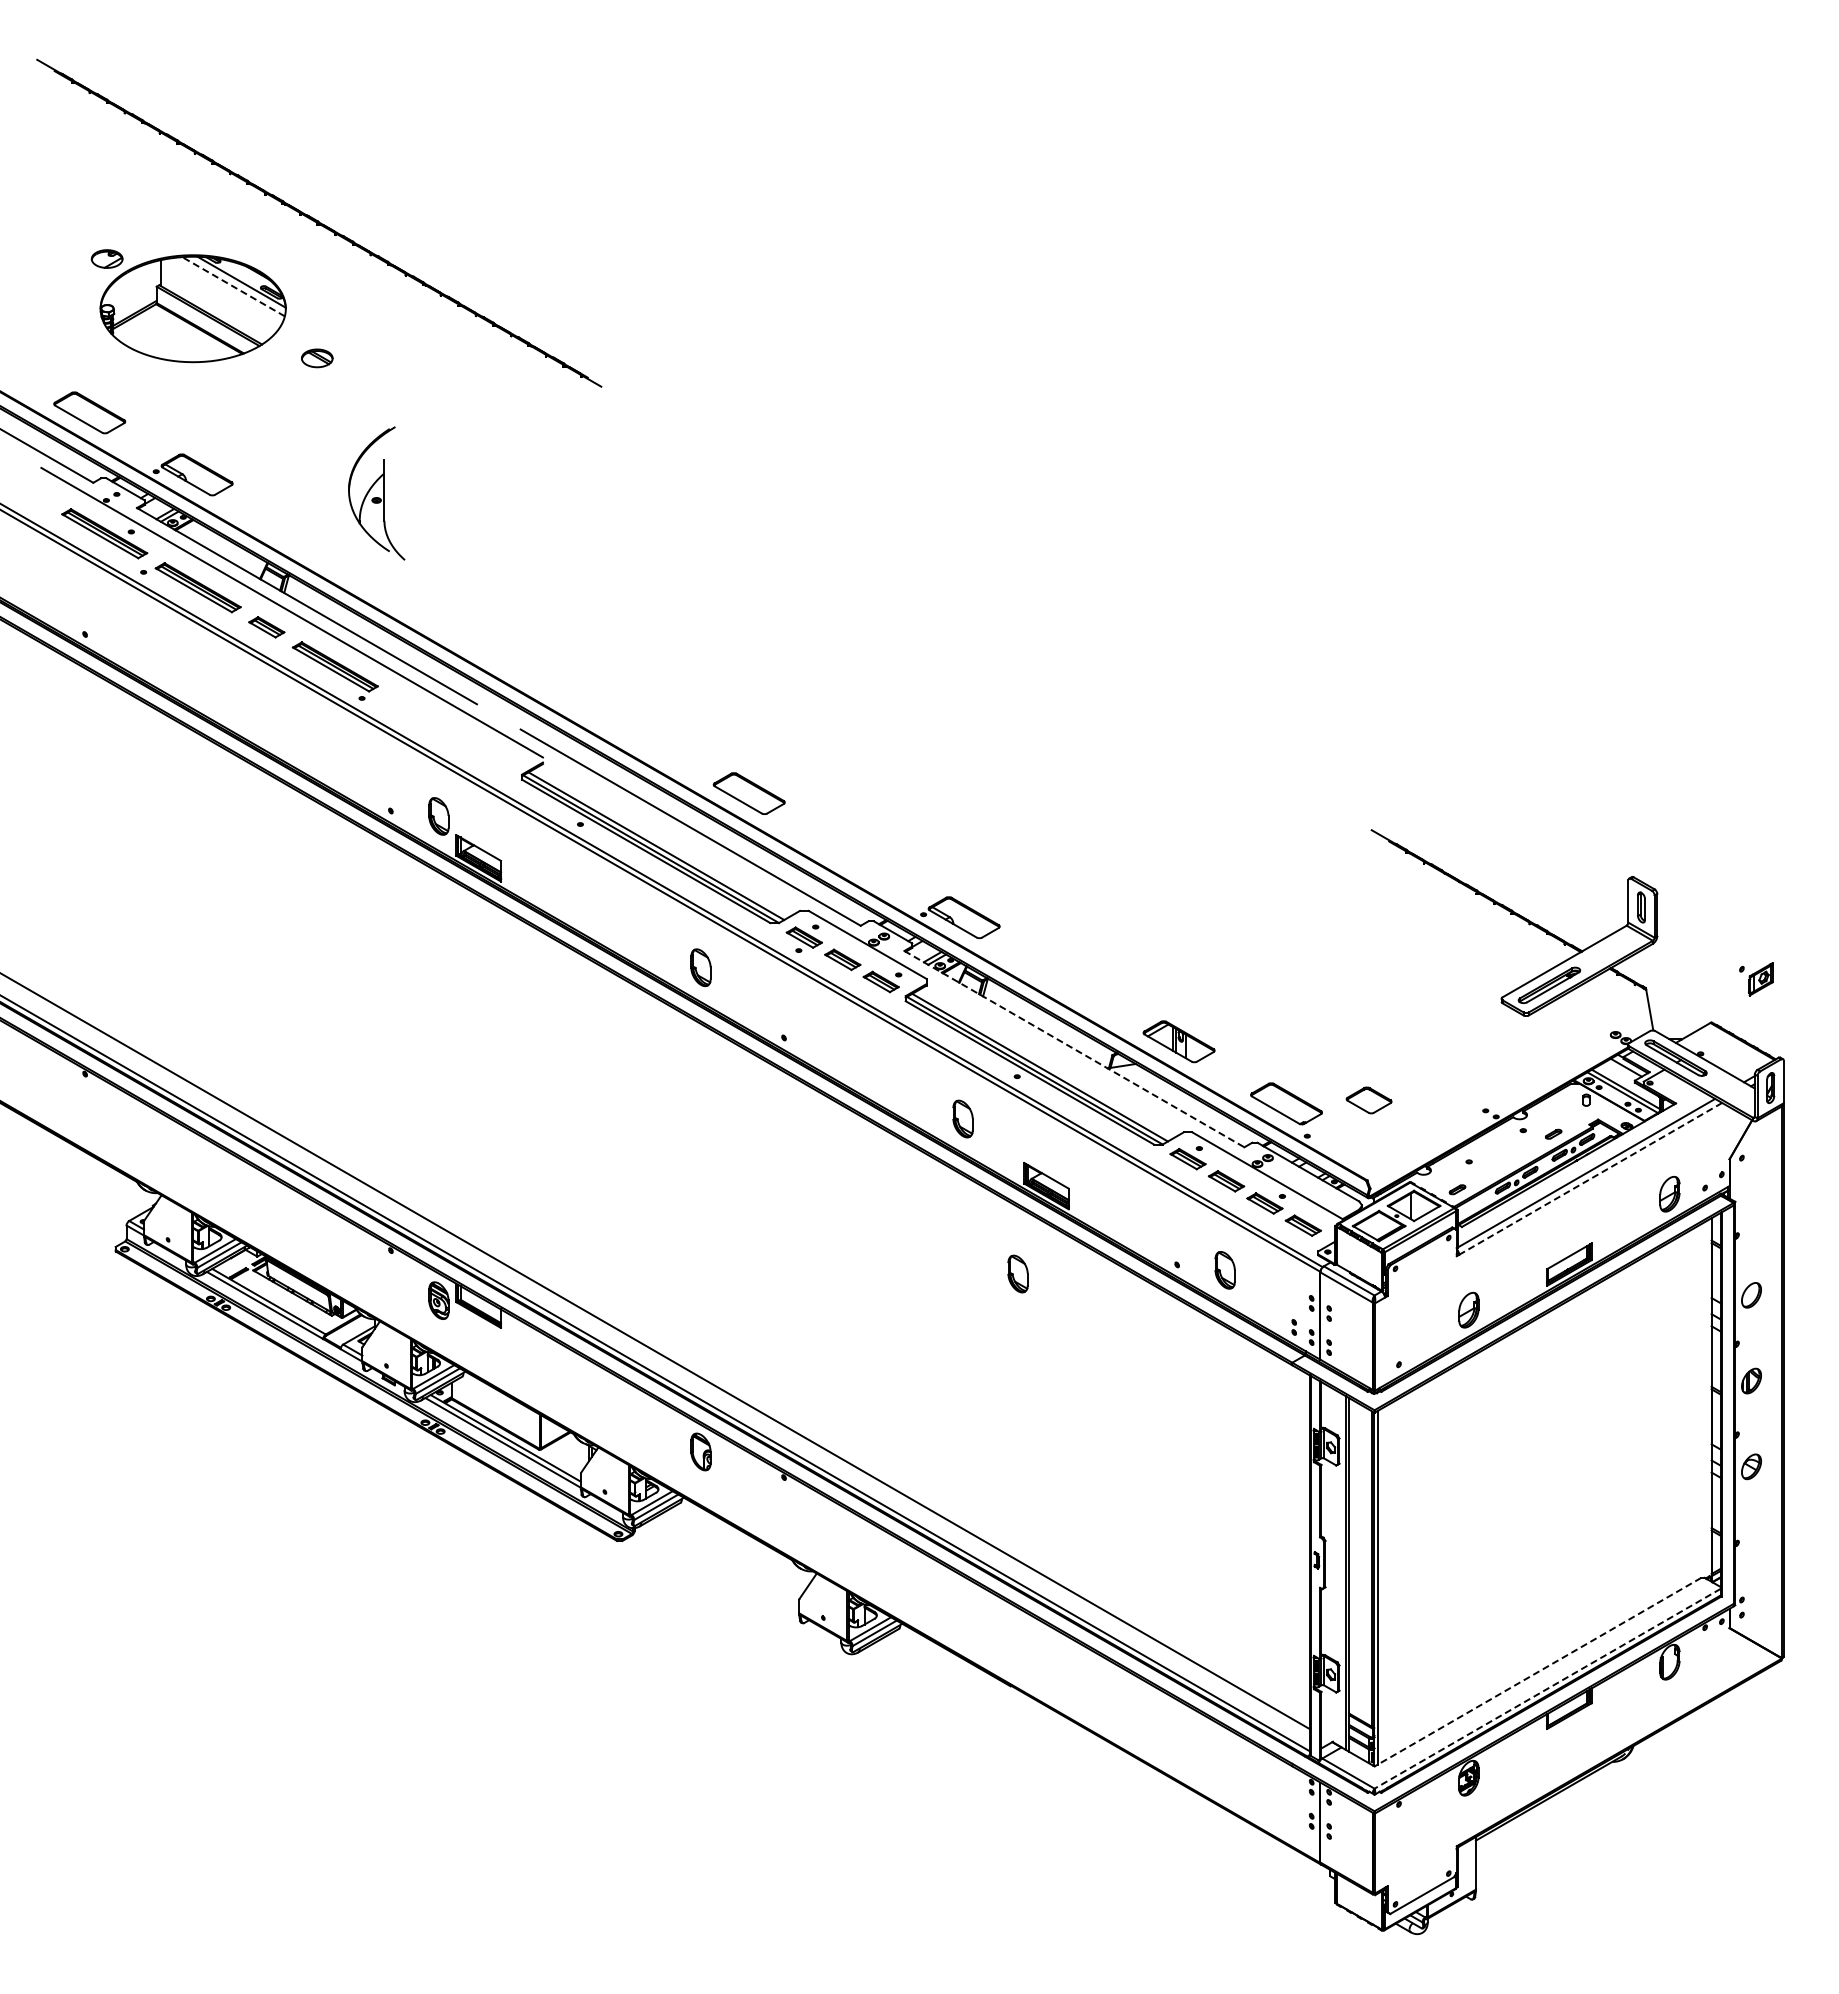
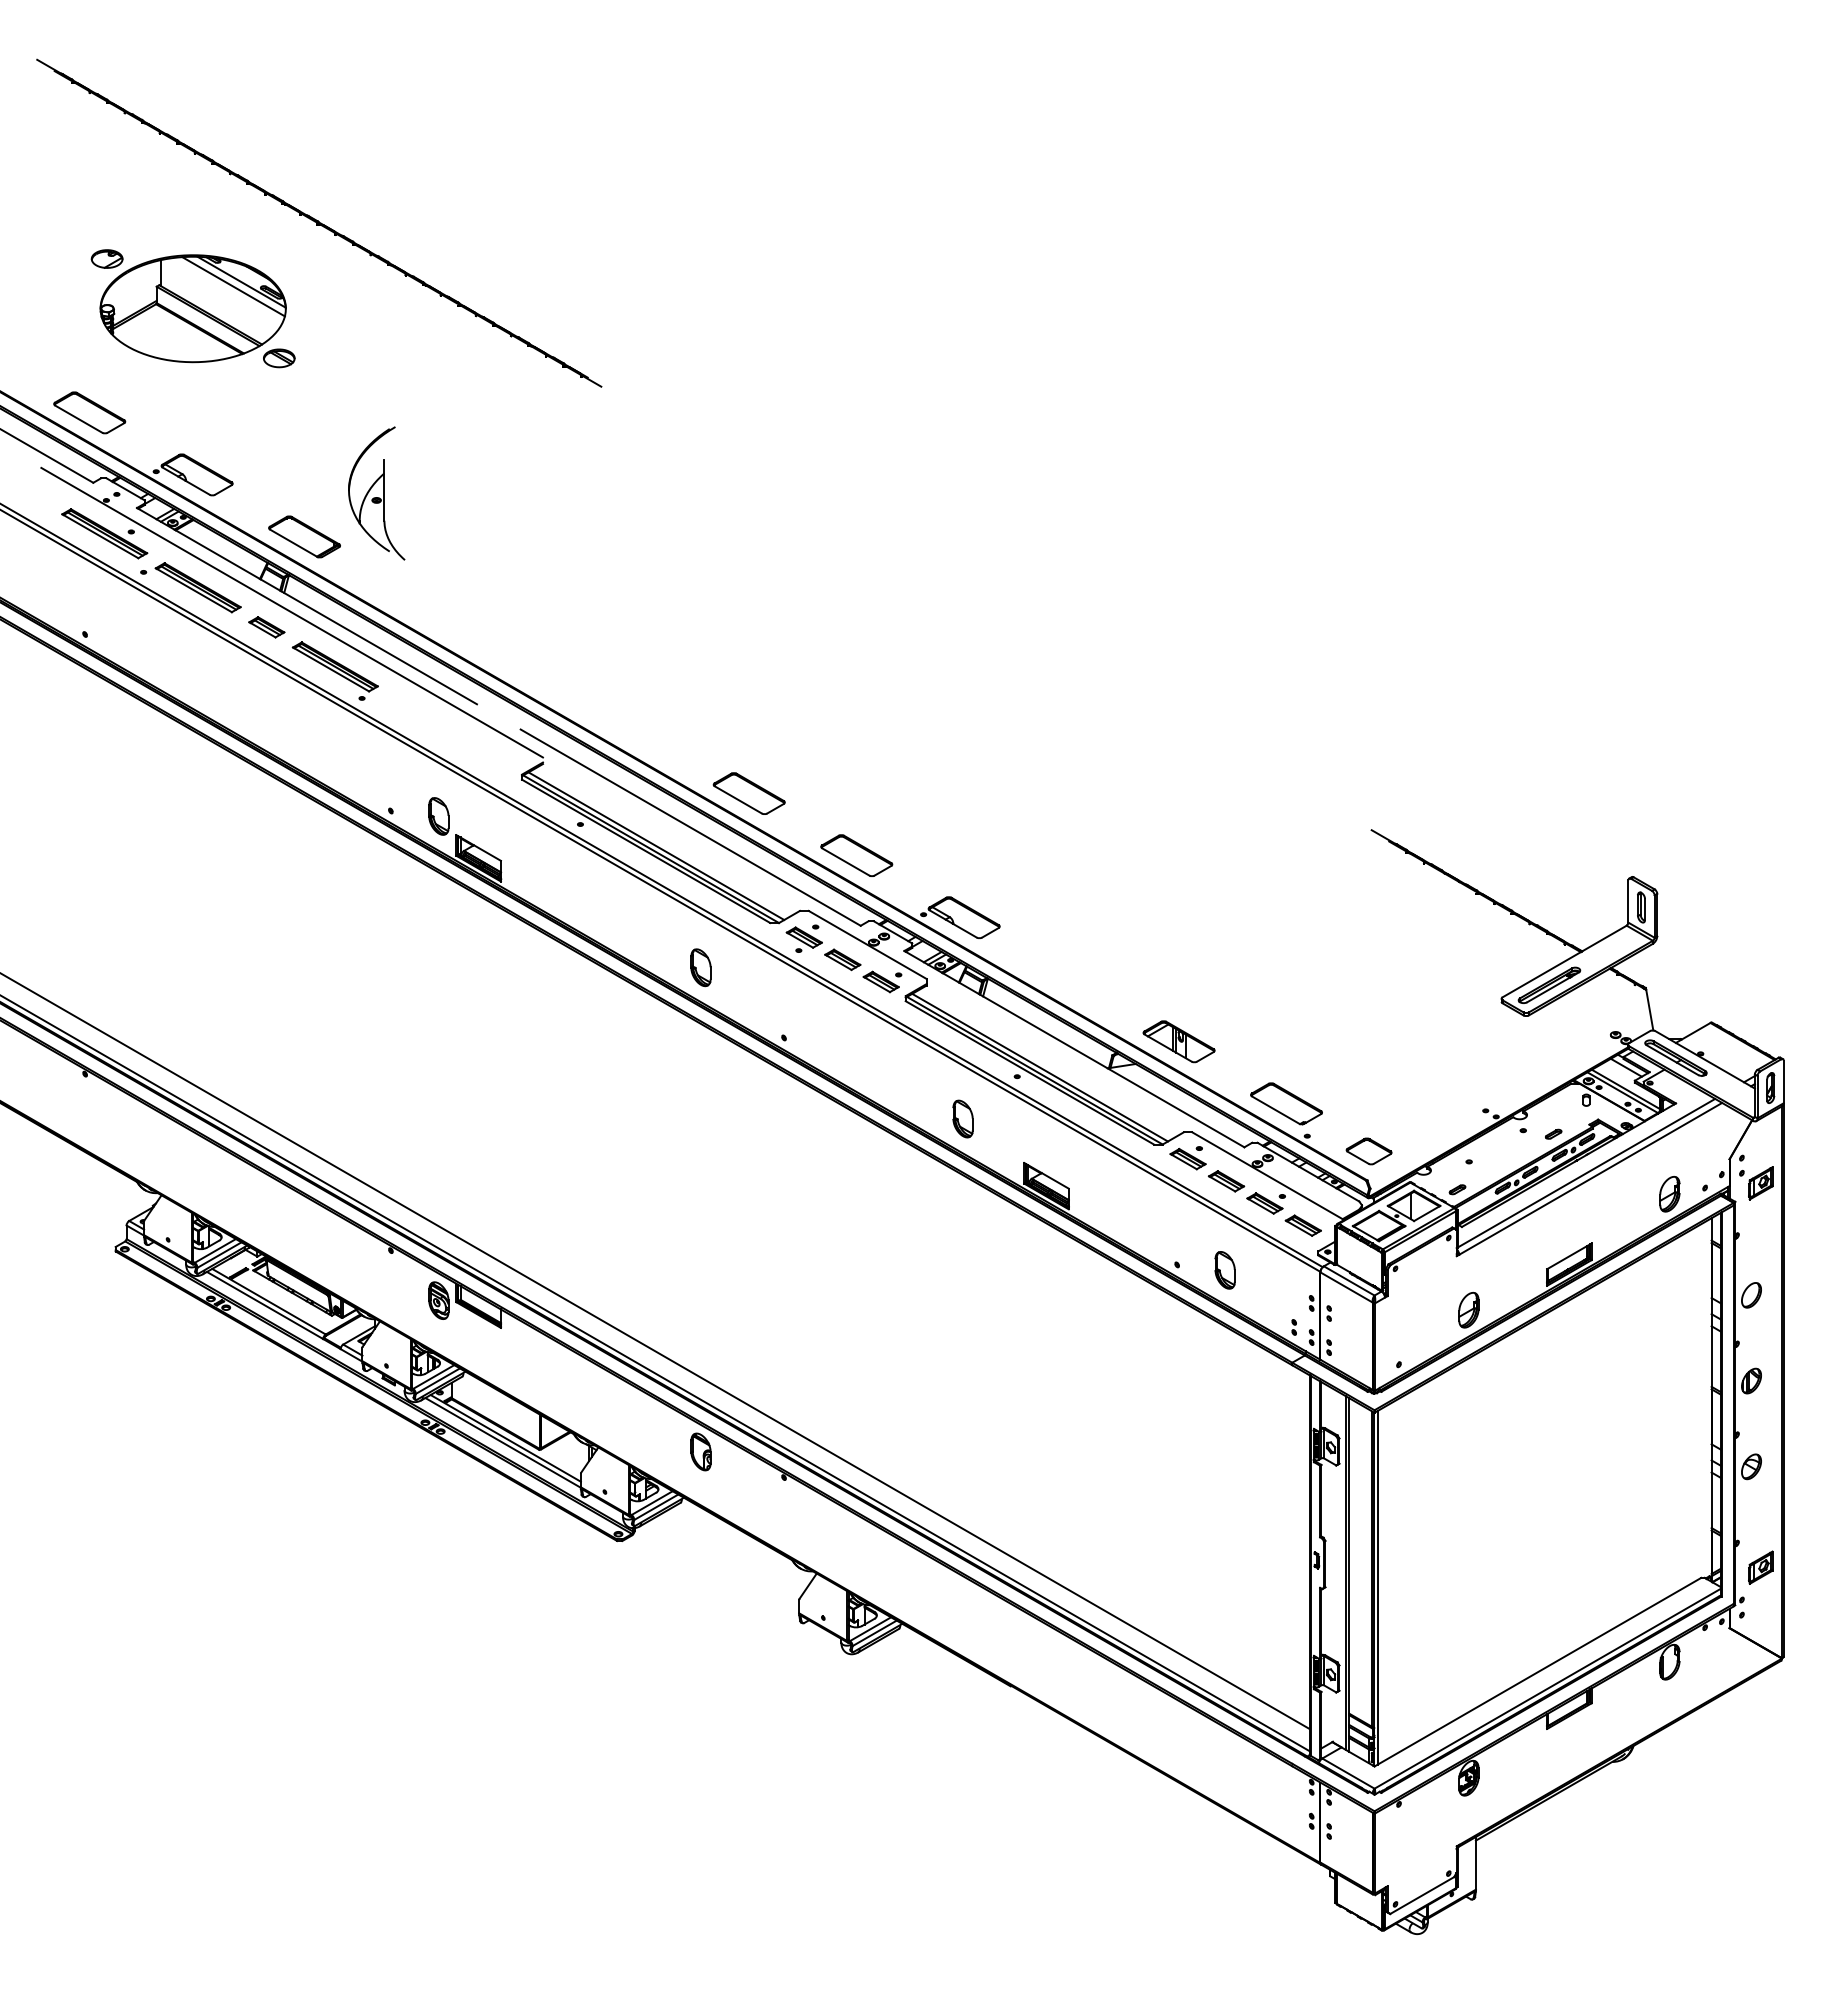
line at (233, 286): dashed -> solid
part at (317, 358) position: (317, 358) -> (279, 358)
part at (304, 536): none -> present
part at (856, 855): none -> present
part at (1756, 979) position: (1756, 979) -> (1756, 1183)
line at (1074, 1049): dashed -> solid
part at (1368, 1100) position: (1368, 1100) -> (1368, 1151)
line at (1590, 1178): dashed -> solid
part at (1017, 1273): present -> none
part at (1760, 1567): none -> present
line at (1537, 1672): dashed -> solid
line at (1547, 1688): dashed -> solid
